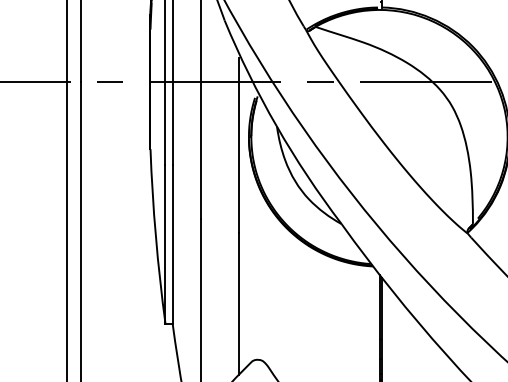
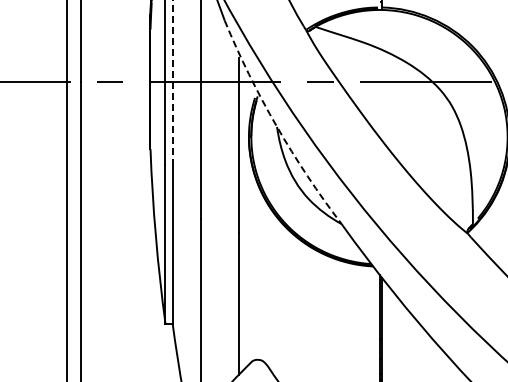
line at (172, 82): solid -> dashed
arc at (276, 126): solid -> dashed
